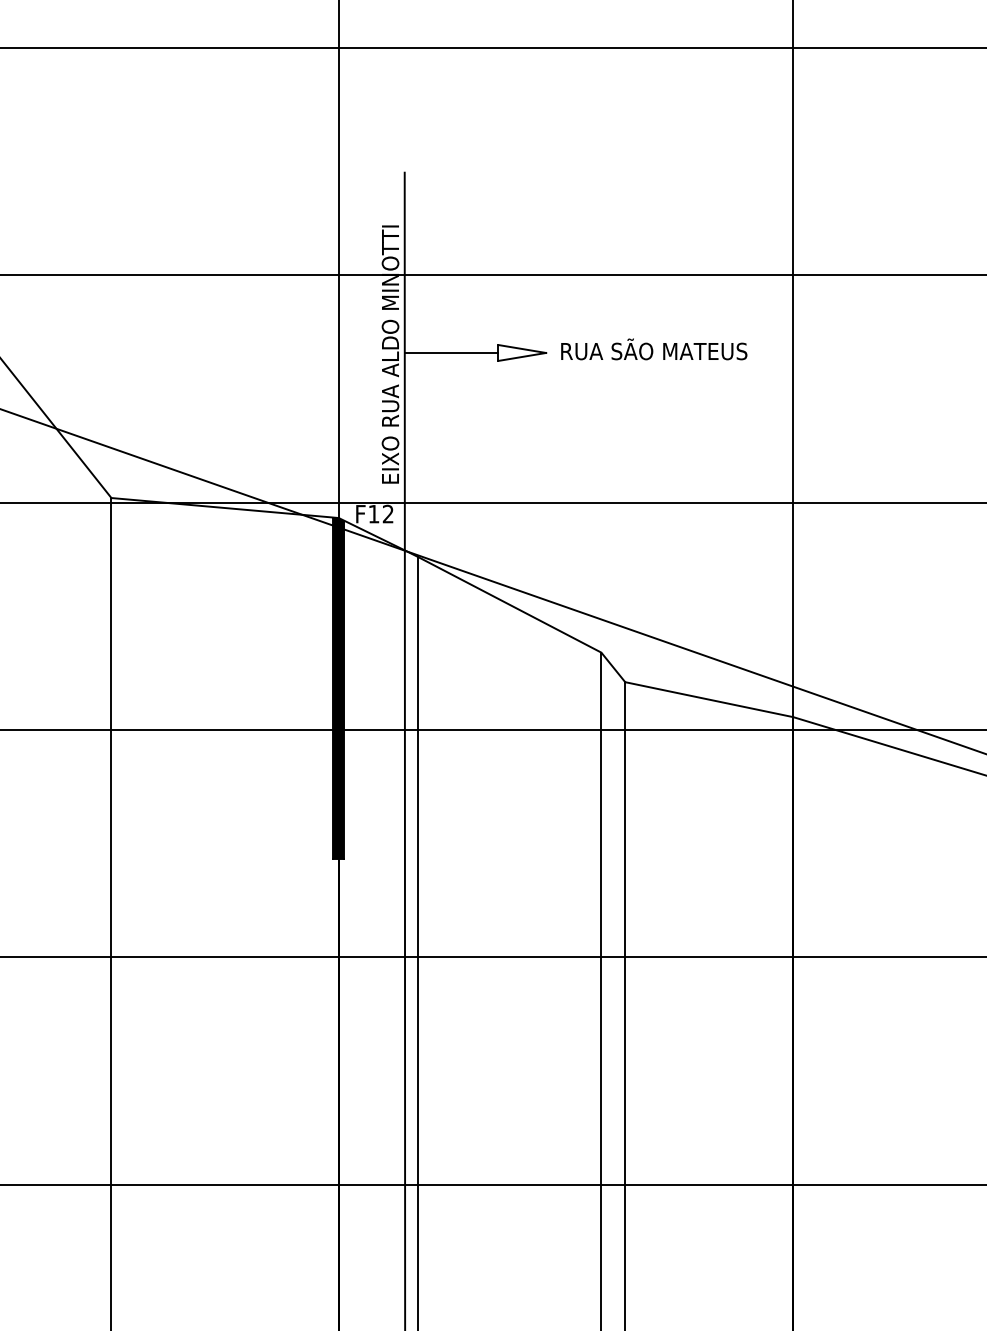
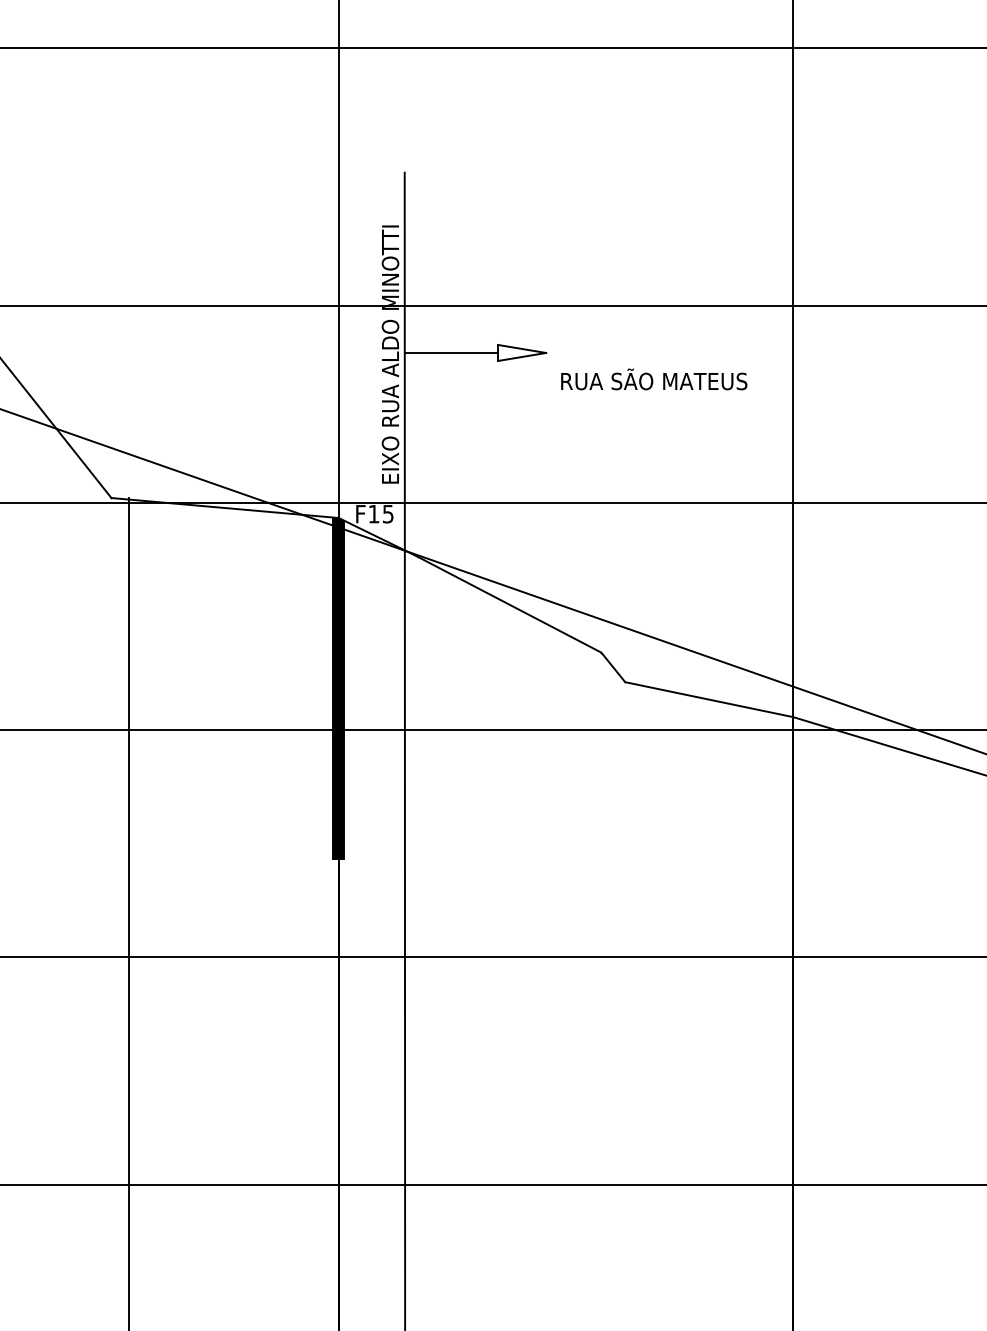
line at (492, 275) position: (492, 275) -> (492, 306)
text at (654, 349) position: (654, 349) -> (654, 379)
text at (388, 513): F12 -> F15
line at (111, 912) position: (111, 912) -> (129, 912)
line at (418, 942): present -> none
line at (601, 989): present -> none
line at (625, 1004): present -> none
